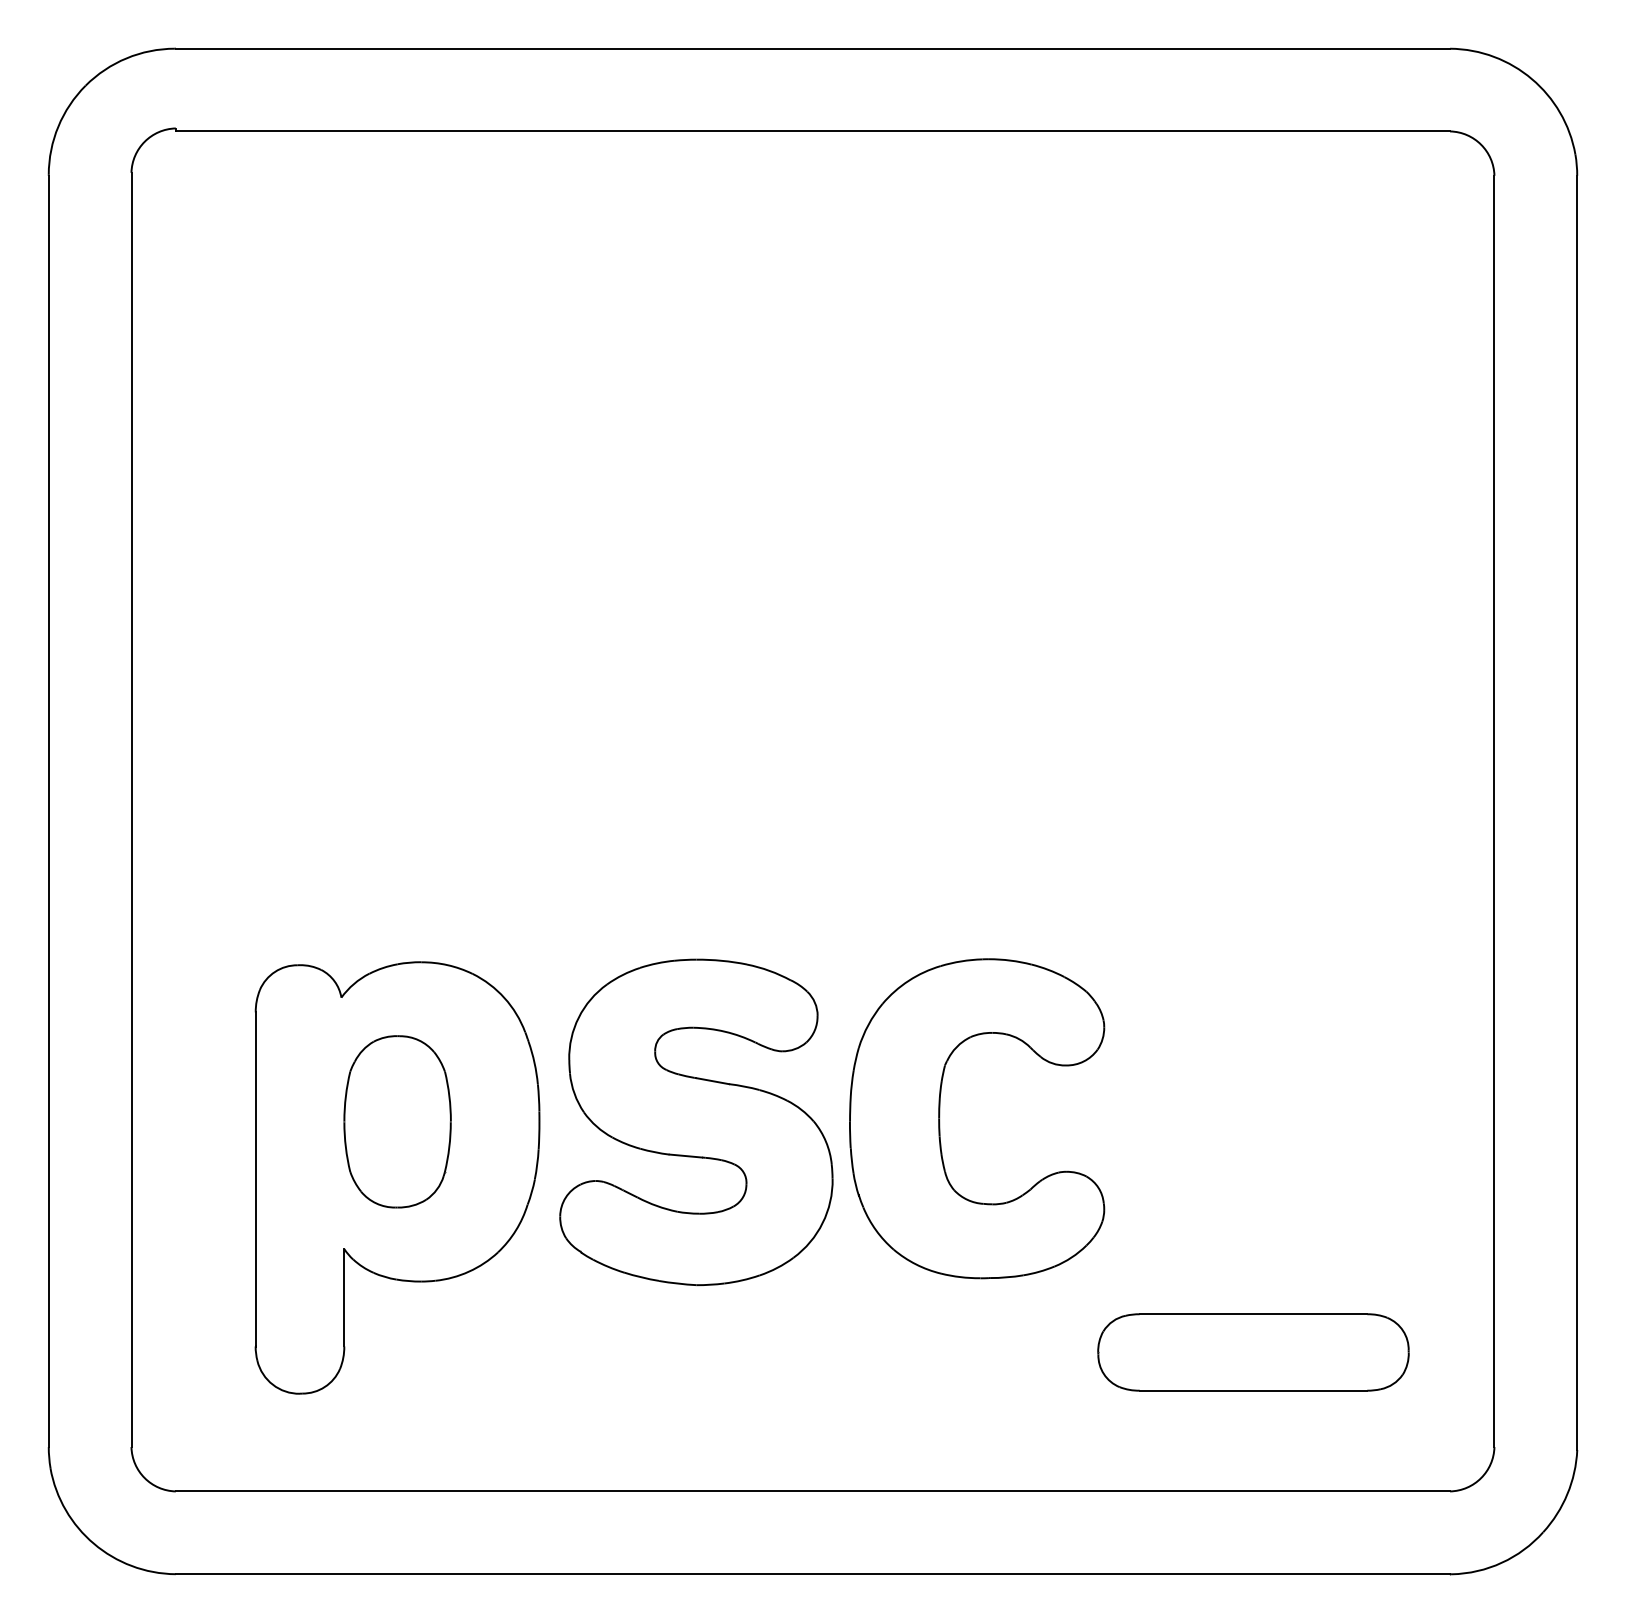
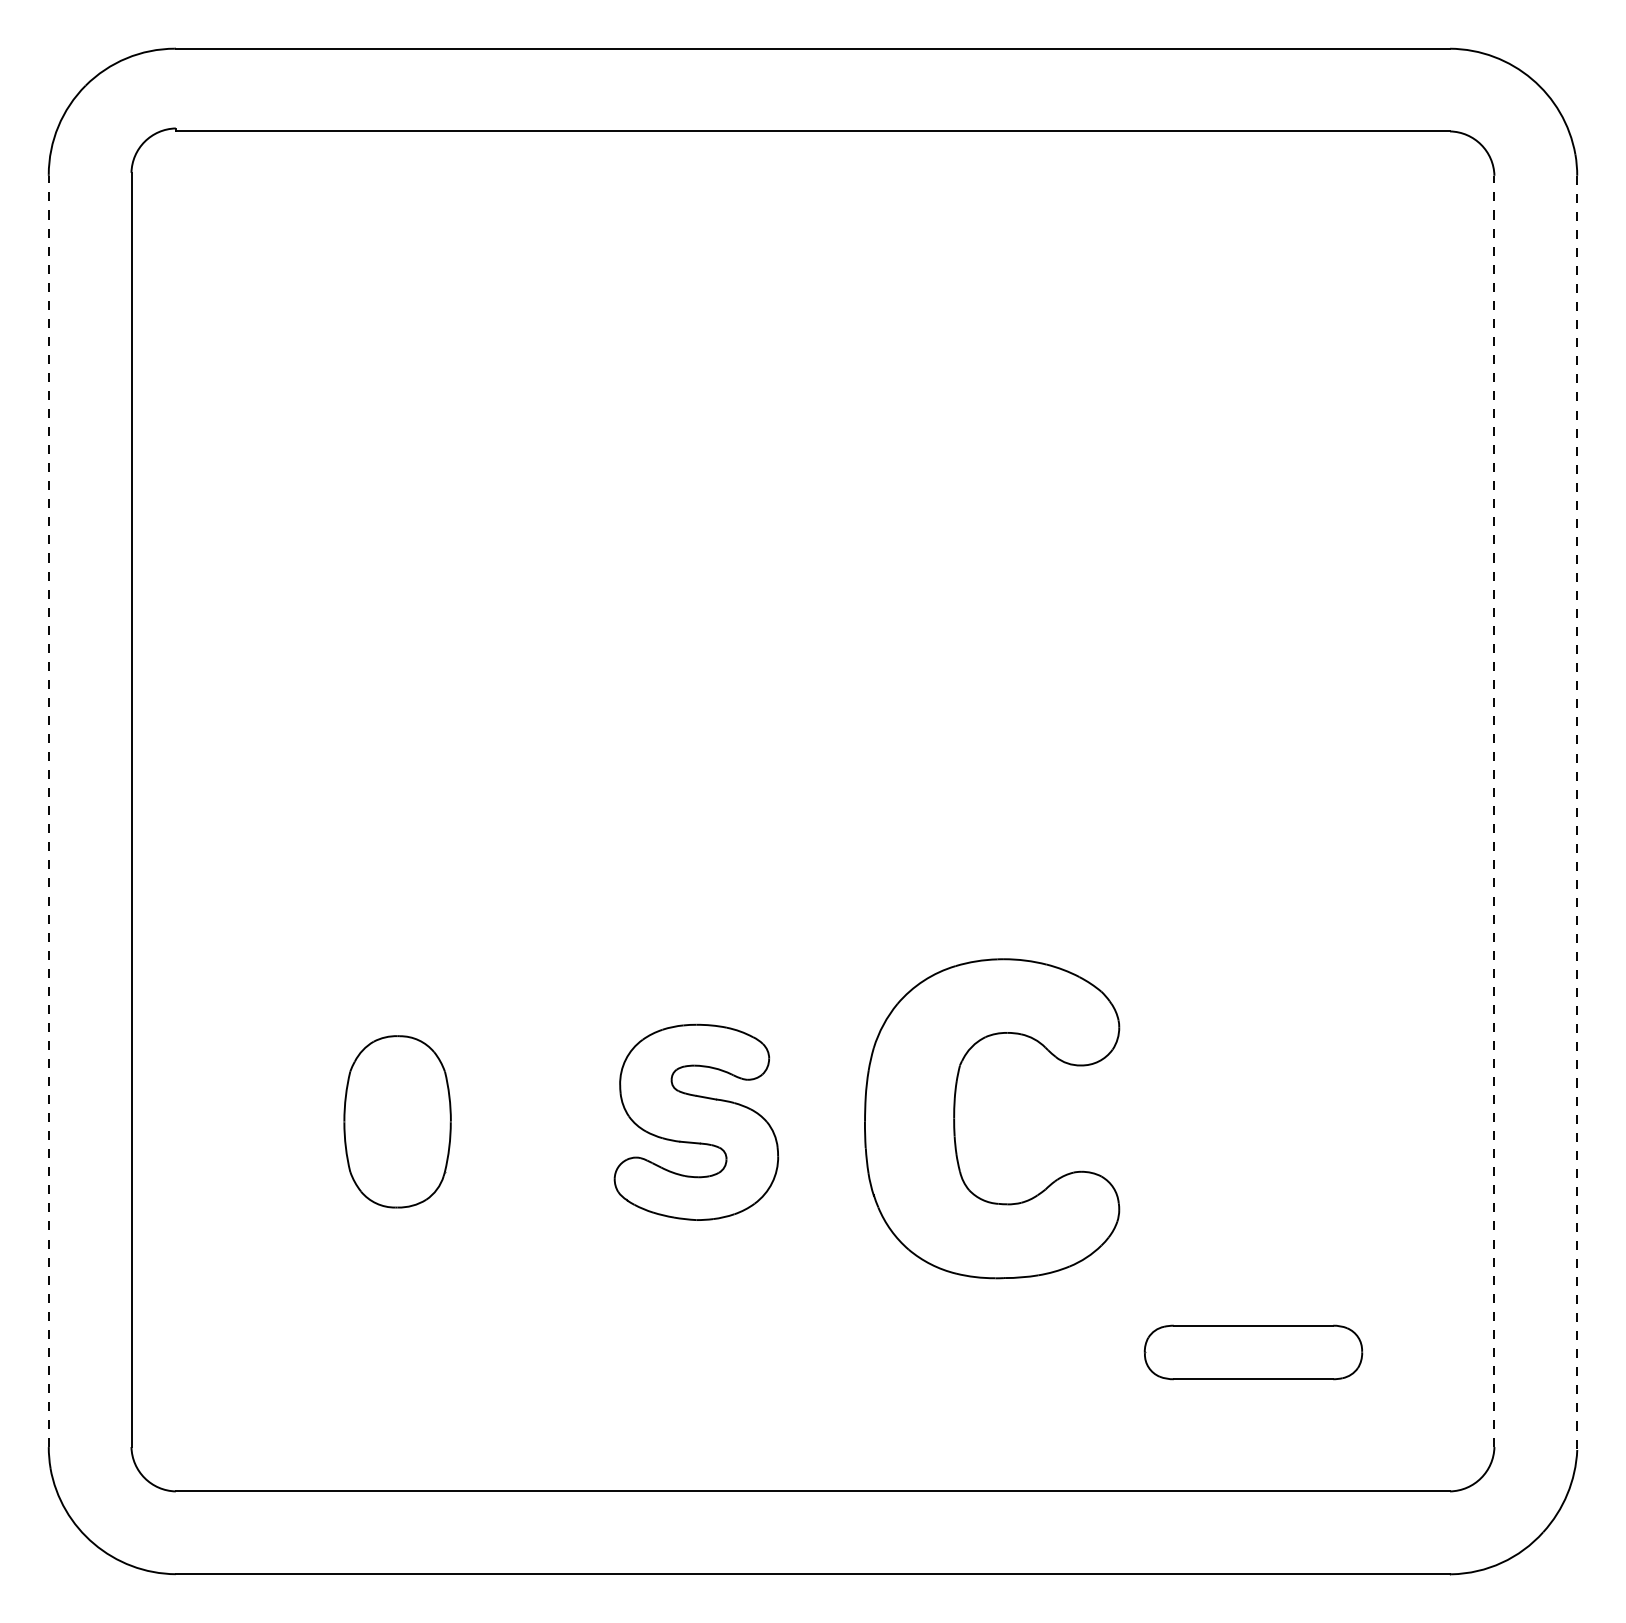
line at (48, 811): solid -> dashed
line at (1494, 811): solid -> dashed
line at (1577, 813): solid -> dashed
part at (940, 1118) position: (940, 1118) -> (955, 1118)
part at (696, 1122) size: 275x329 px -> 167x198 px
part at (397, 1177): present -> none
part at (1253, 1352) size: 313x79 px -> 221x57 px
